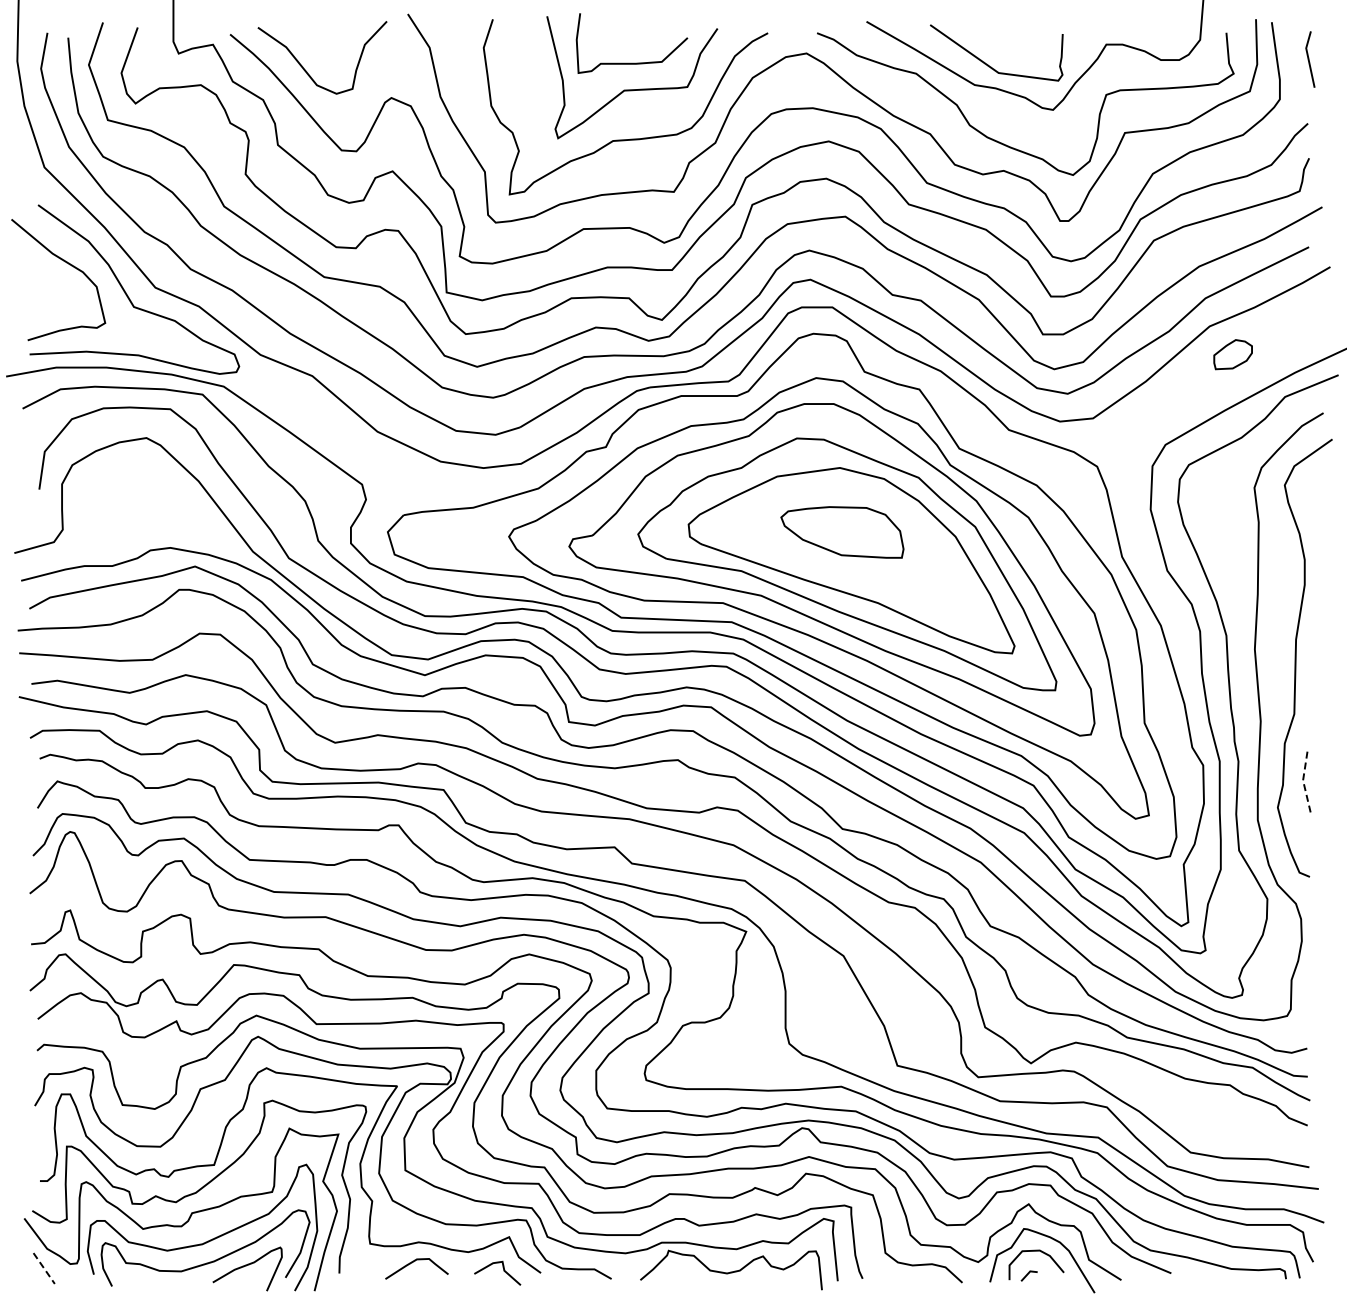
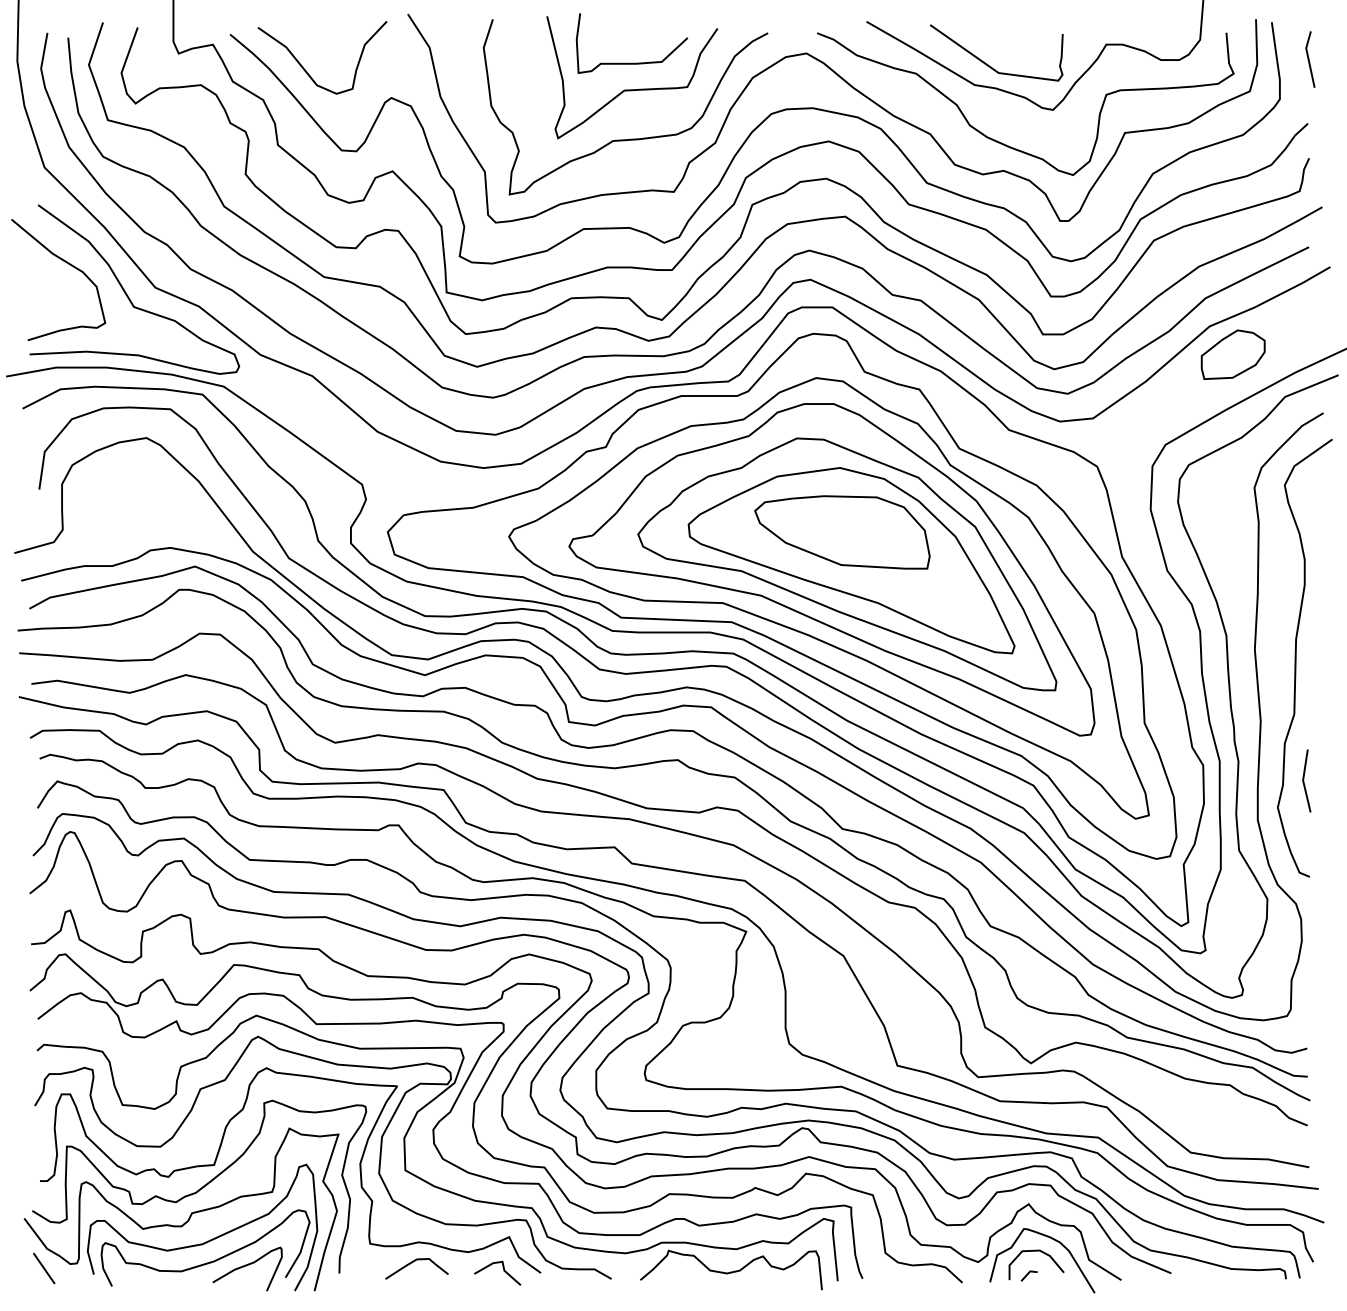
part at (1232, 354) size: 40x32 px -> 66x51 px
part at (842, 532) size: 125x53 px -> 177x75 px
line at (1303, 780): dashed -> solid
line at (44, 1268): dashed -> solid
